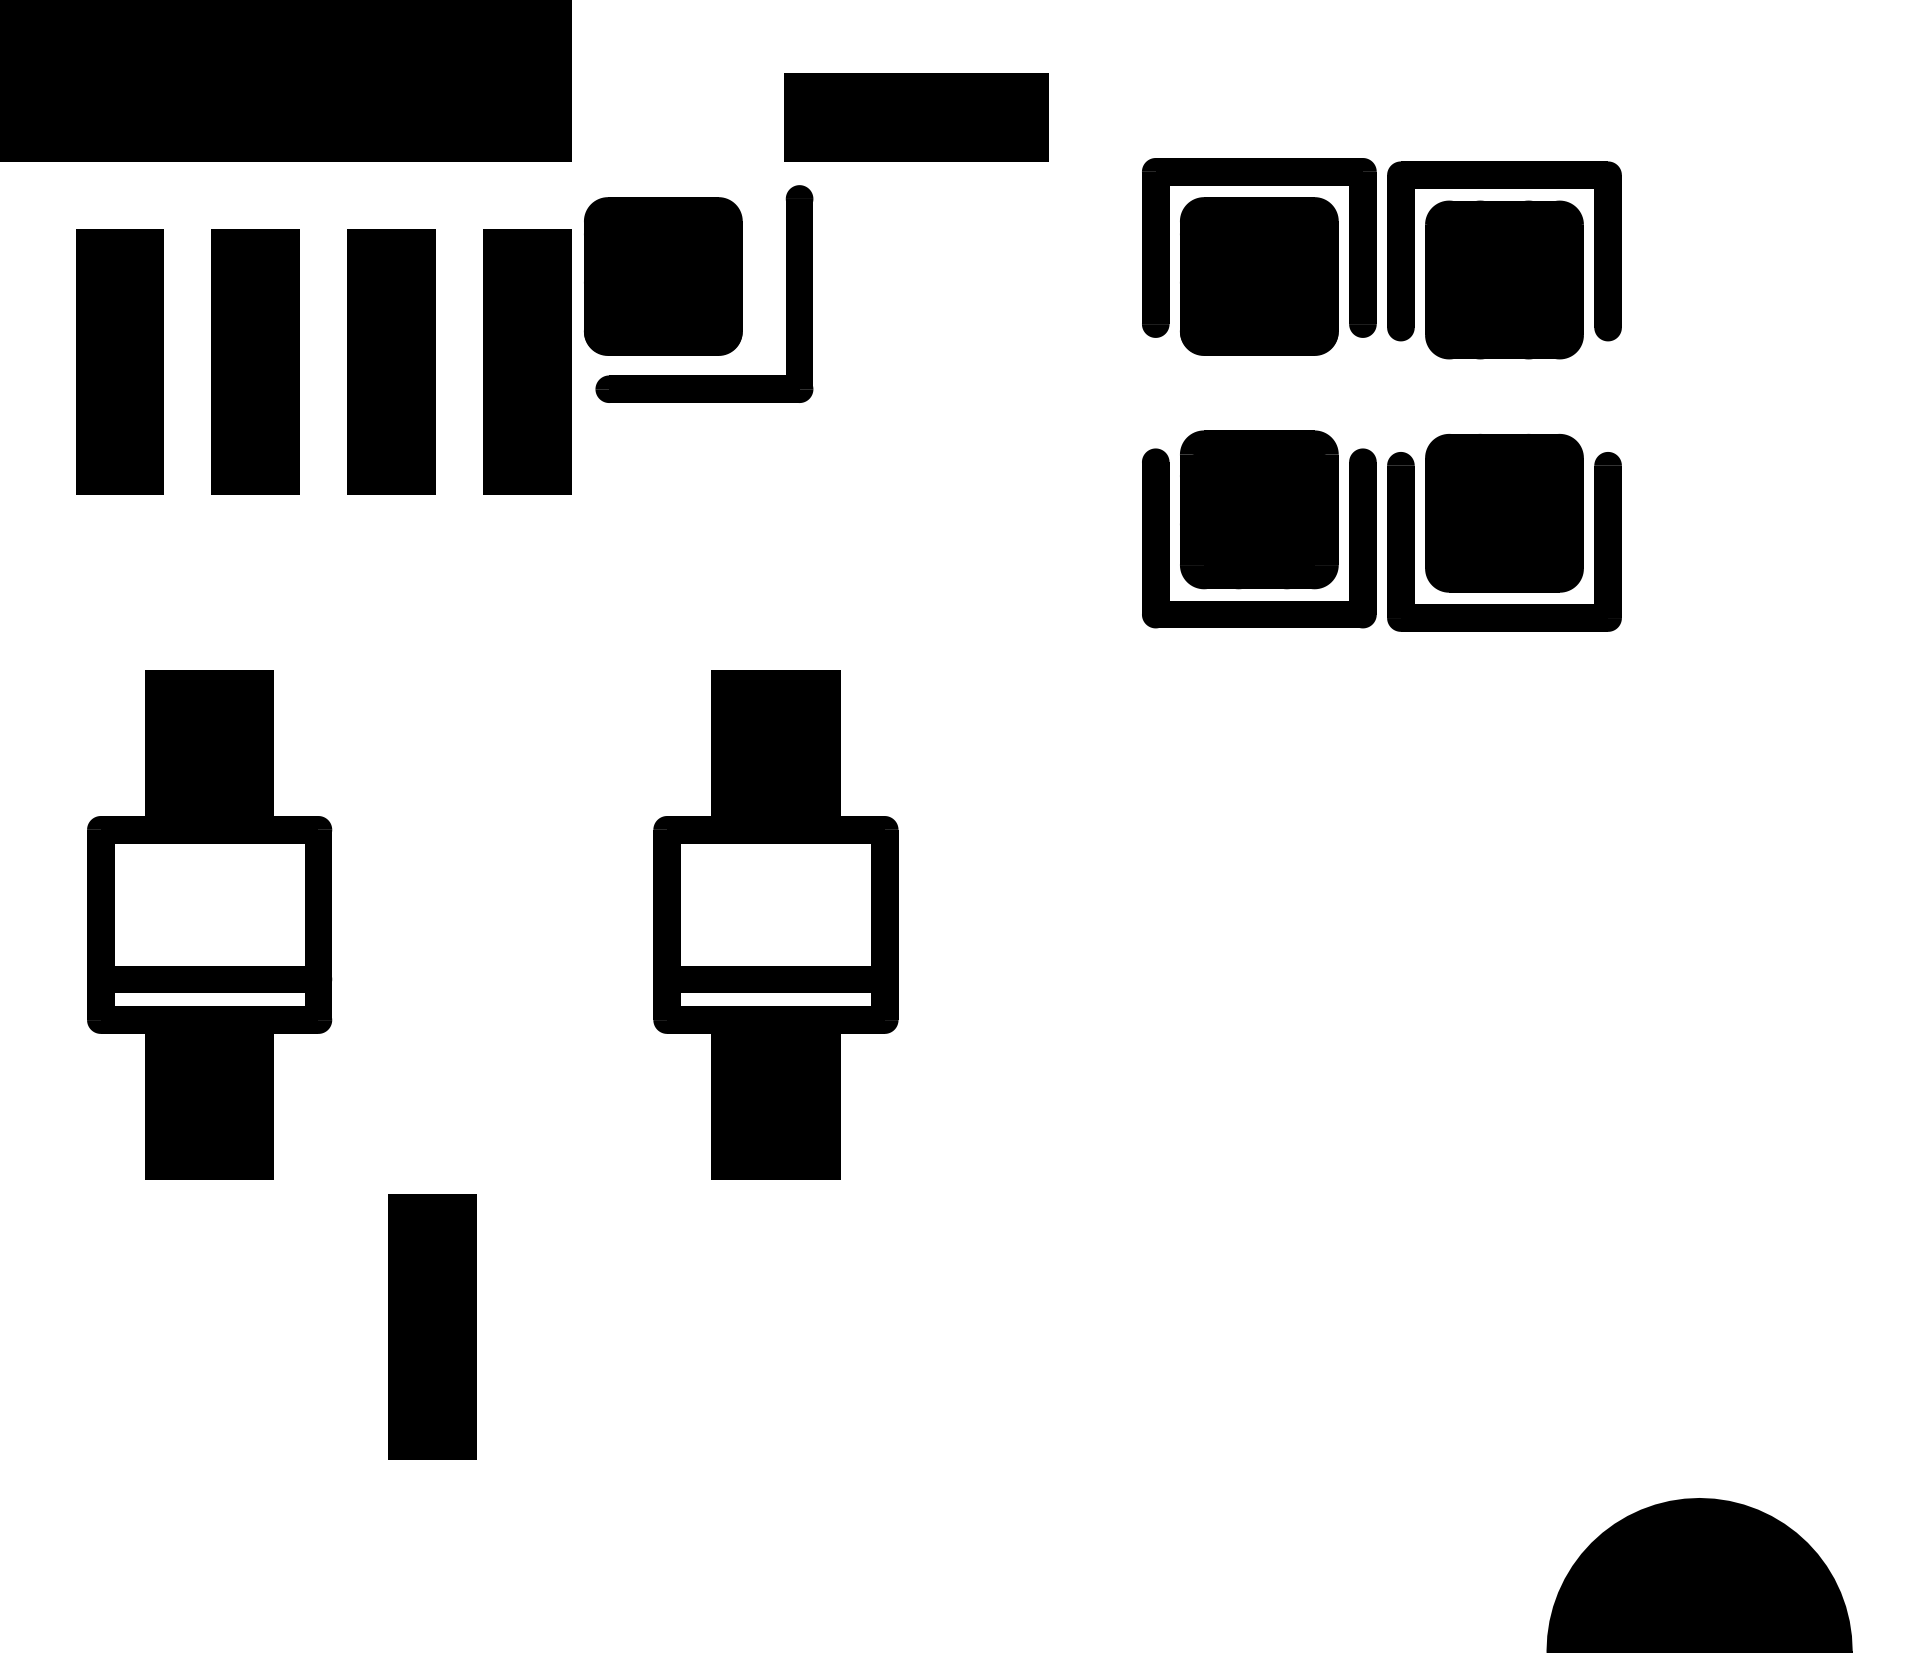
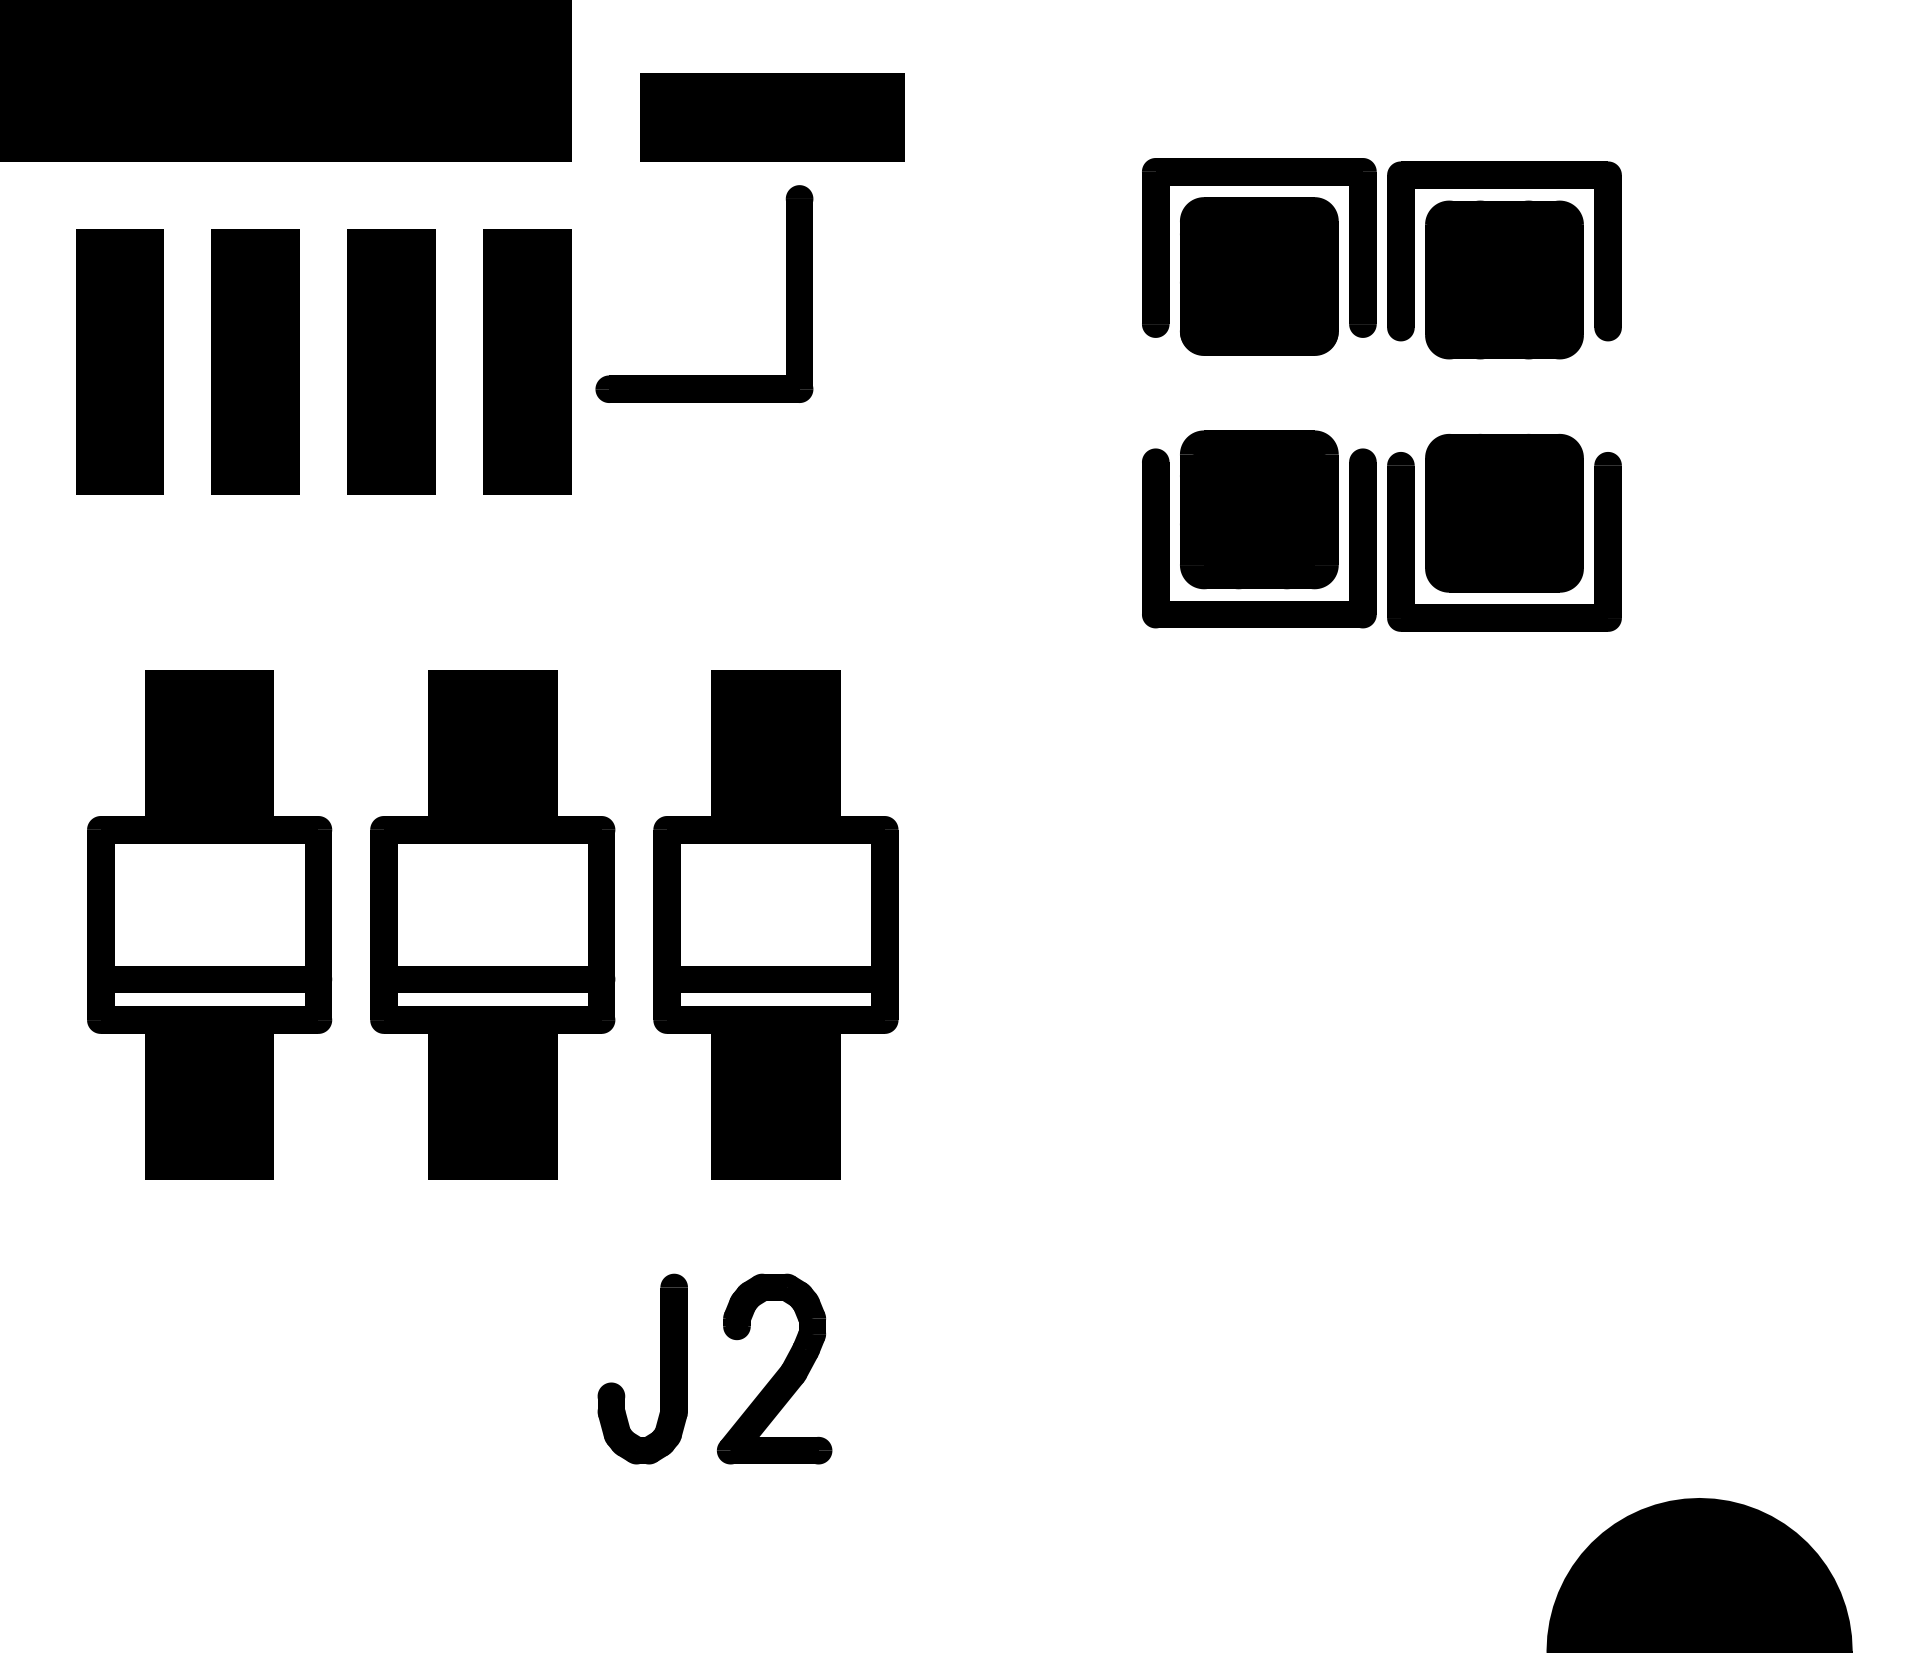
part at (916, 117) position: (916, 117) -> (772, 117)
part at (663, 276): present -> none
part at (492, 924): none -> present
part at (432, 1326): present -> none
part at (660, 1368): none -> present
part at (774, 1368): none -> present
